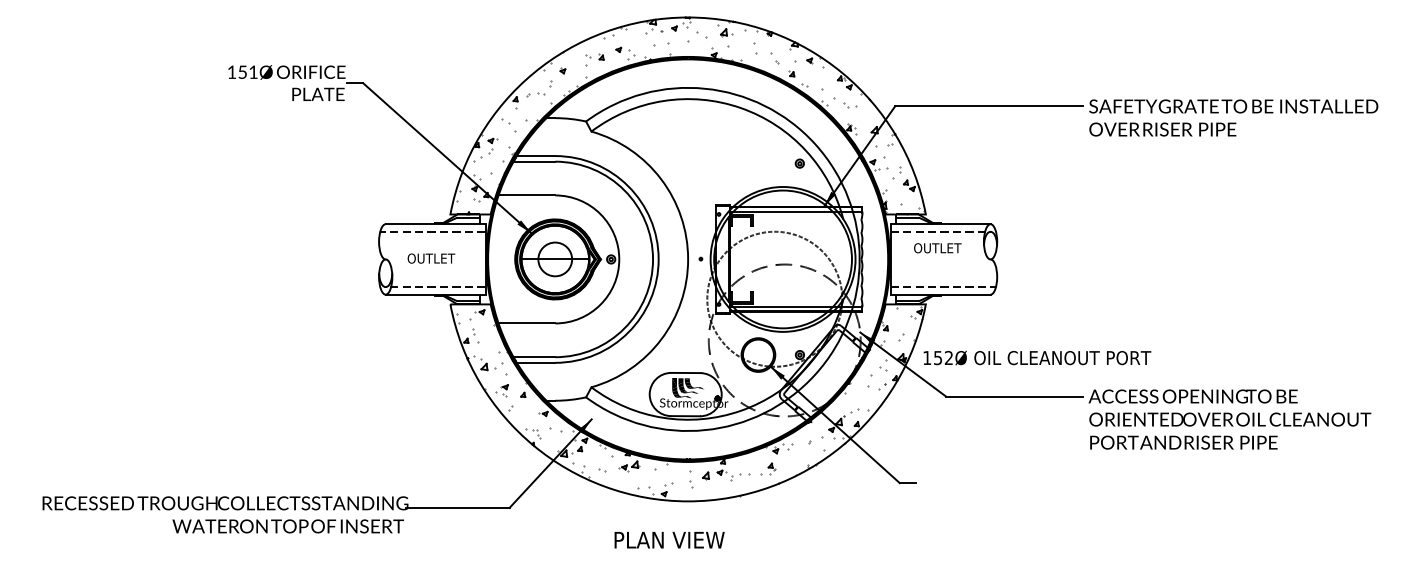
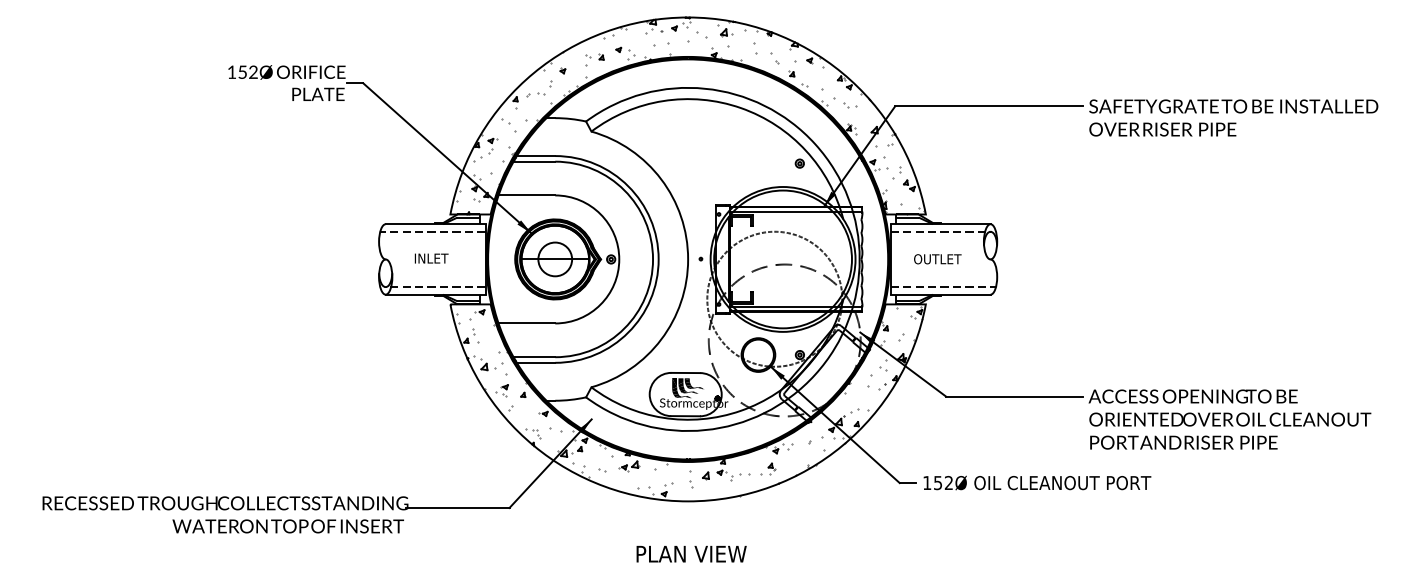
text at (253, 71): 151Ø -> 152Ø
text at (937, 248) position: (937, 248) -> (937, 259)
text at (431, 258): OUTLET -> INLET
text at (1037, 357) position: (1037, 357) -> (1037, 482)
text at (669, 540) position: (669, 540) -> (691, 554)
